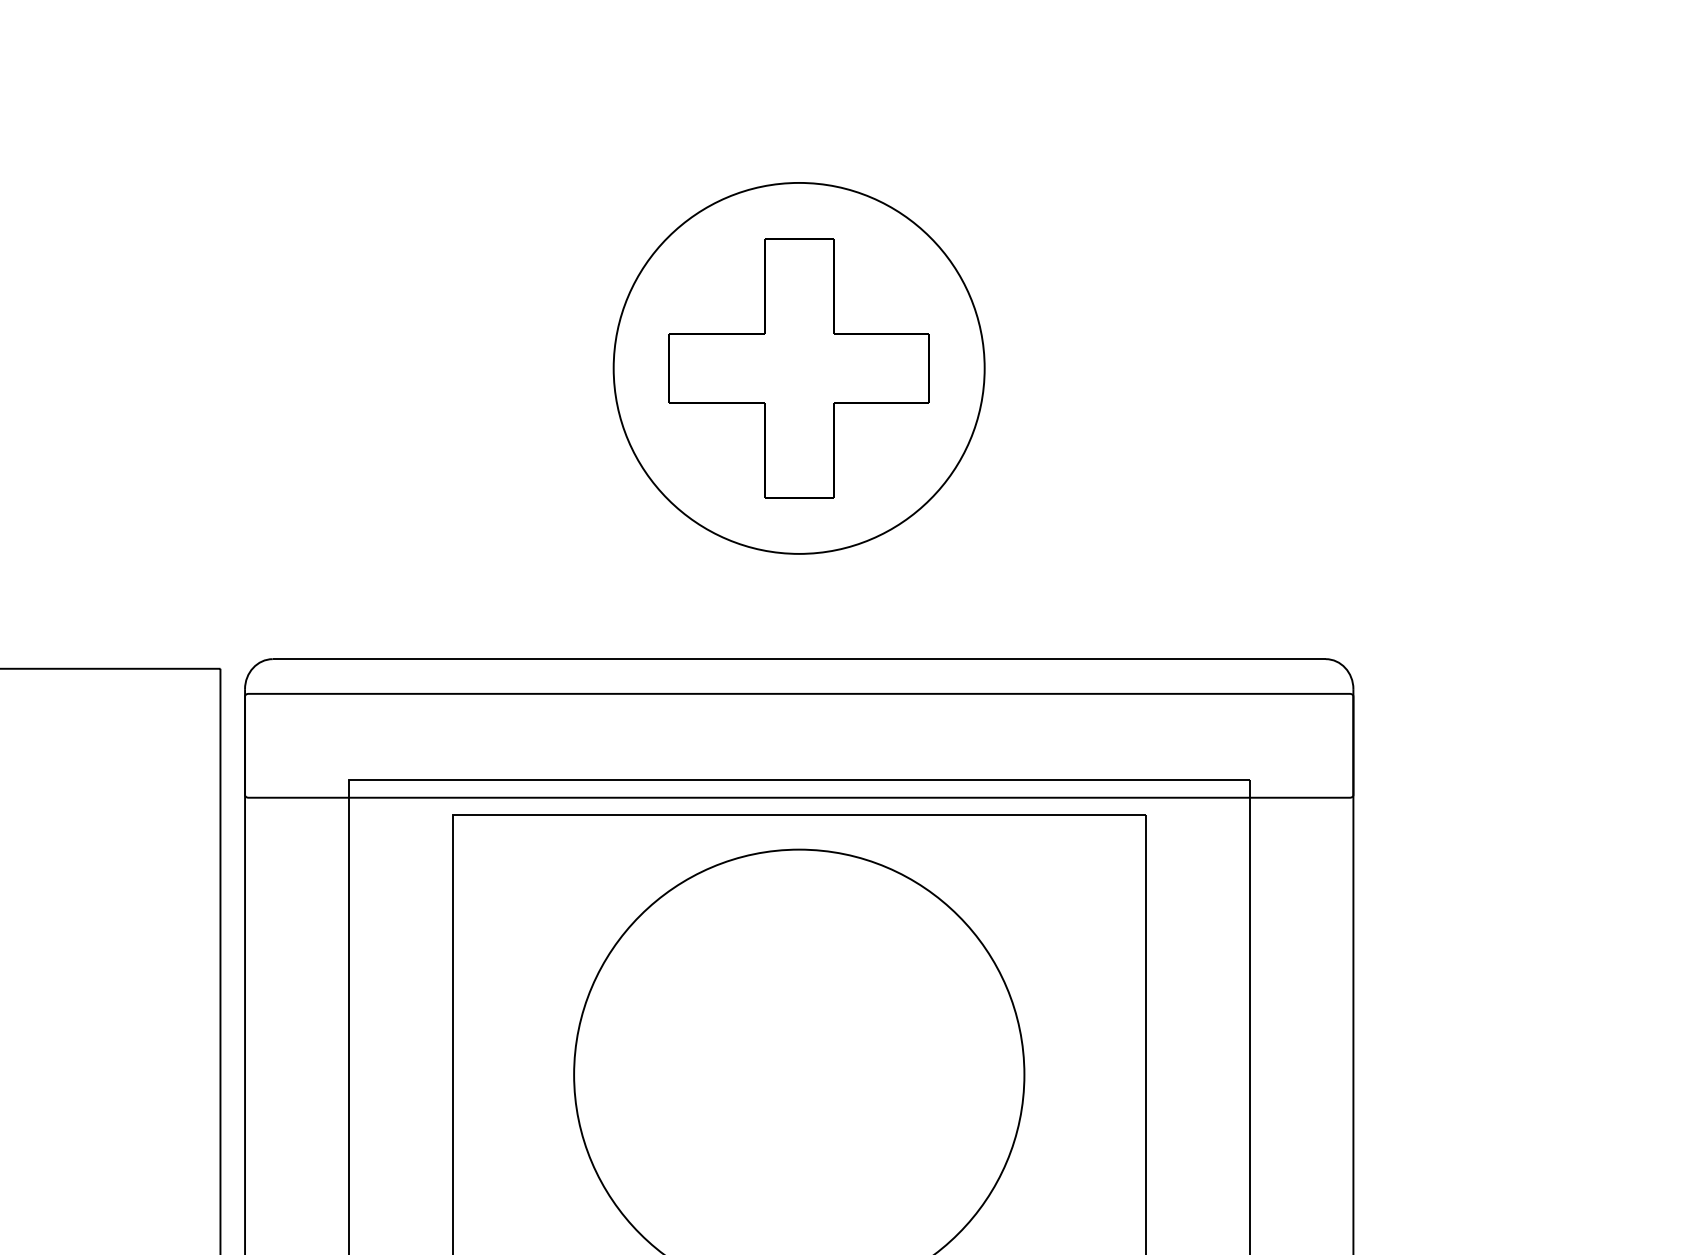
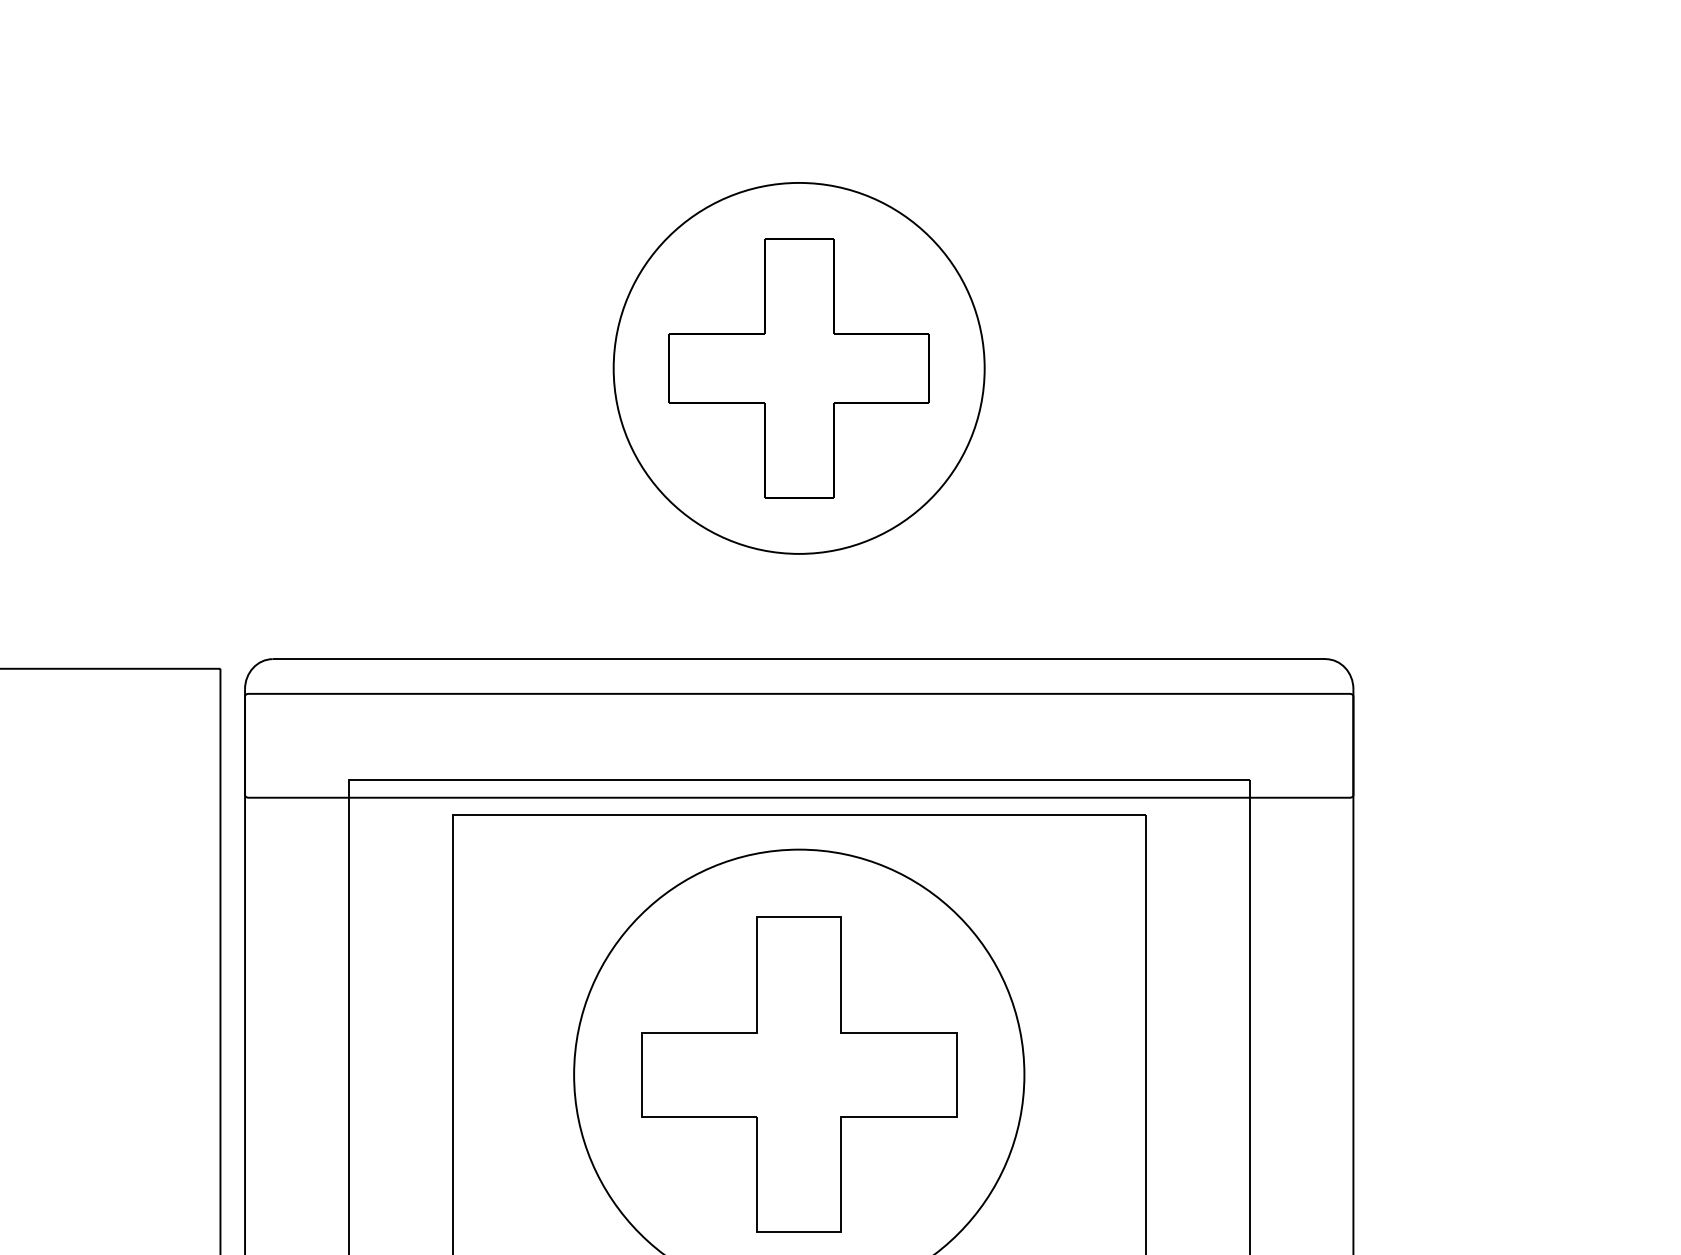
part at (799, 1074): none -> present
